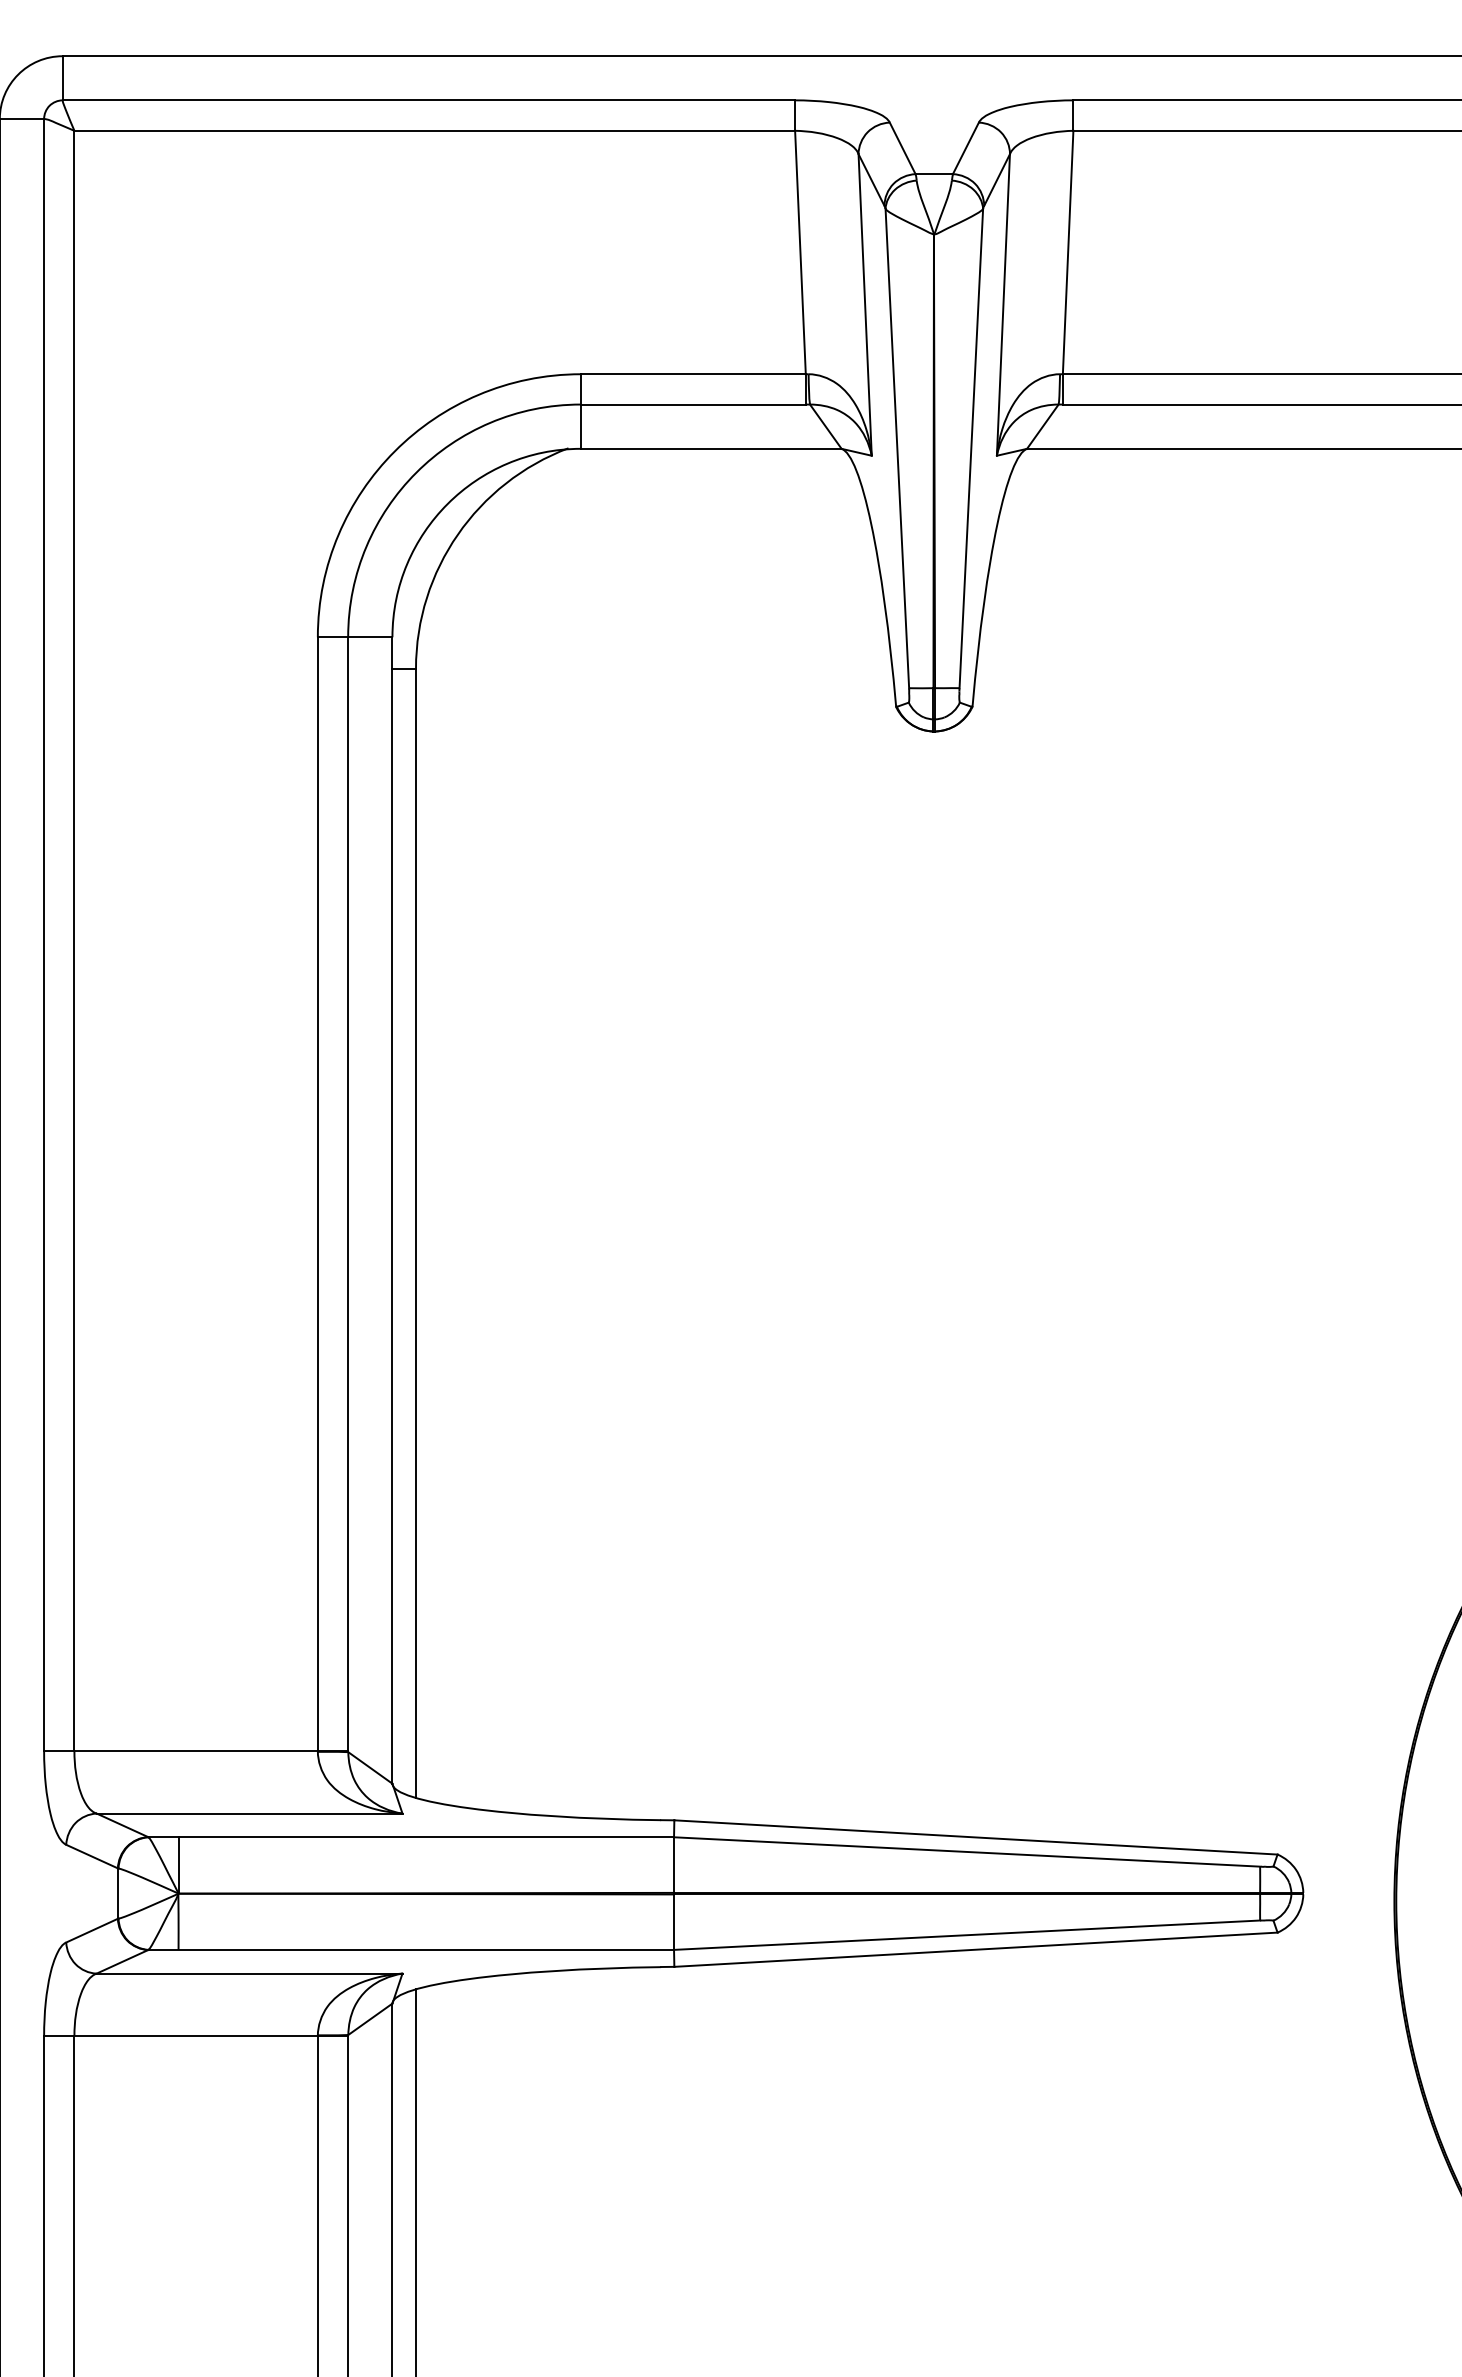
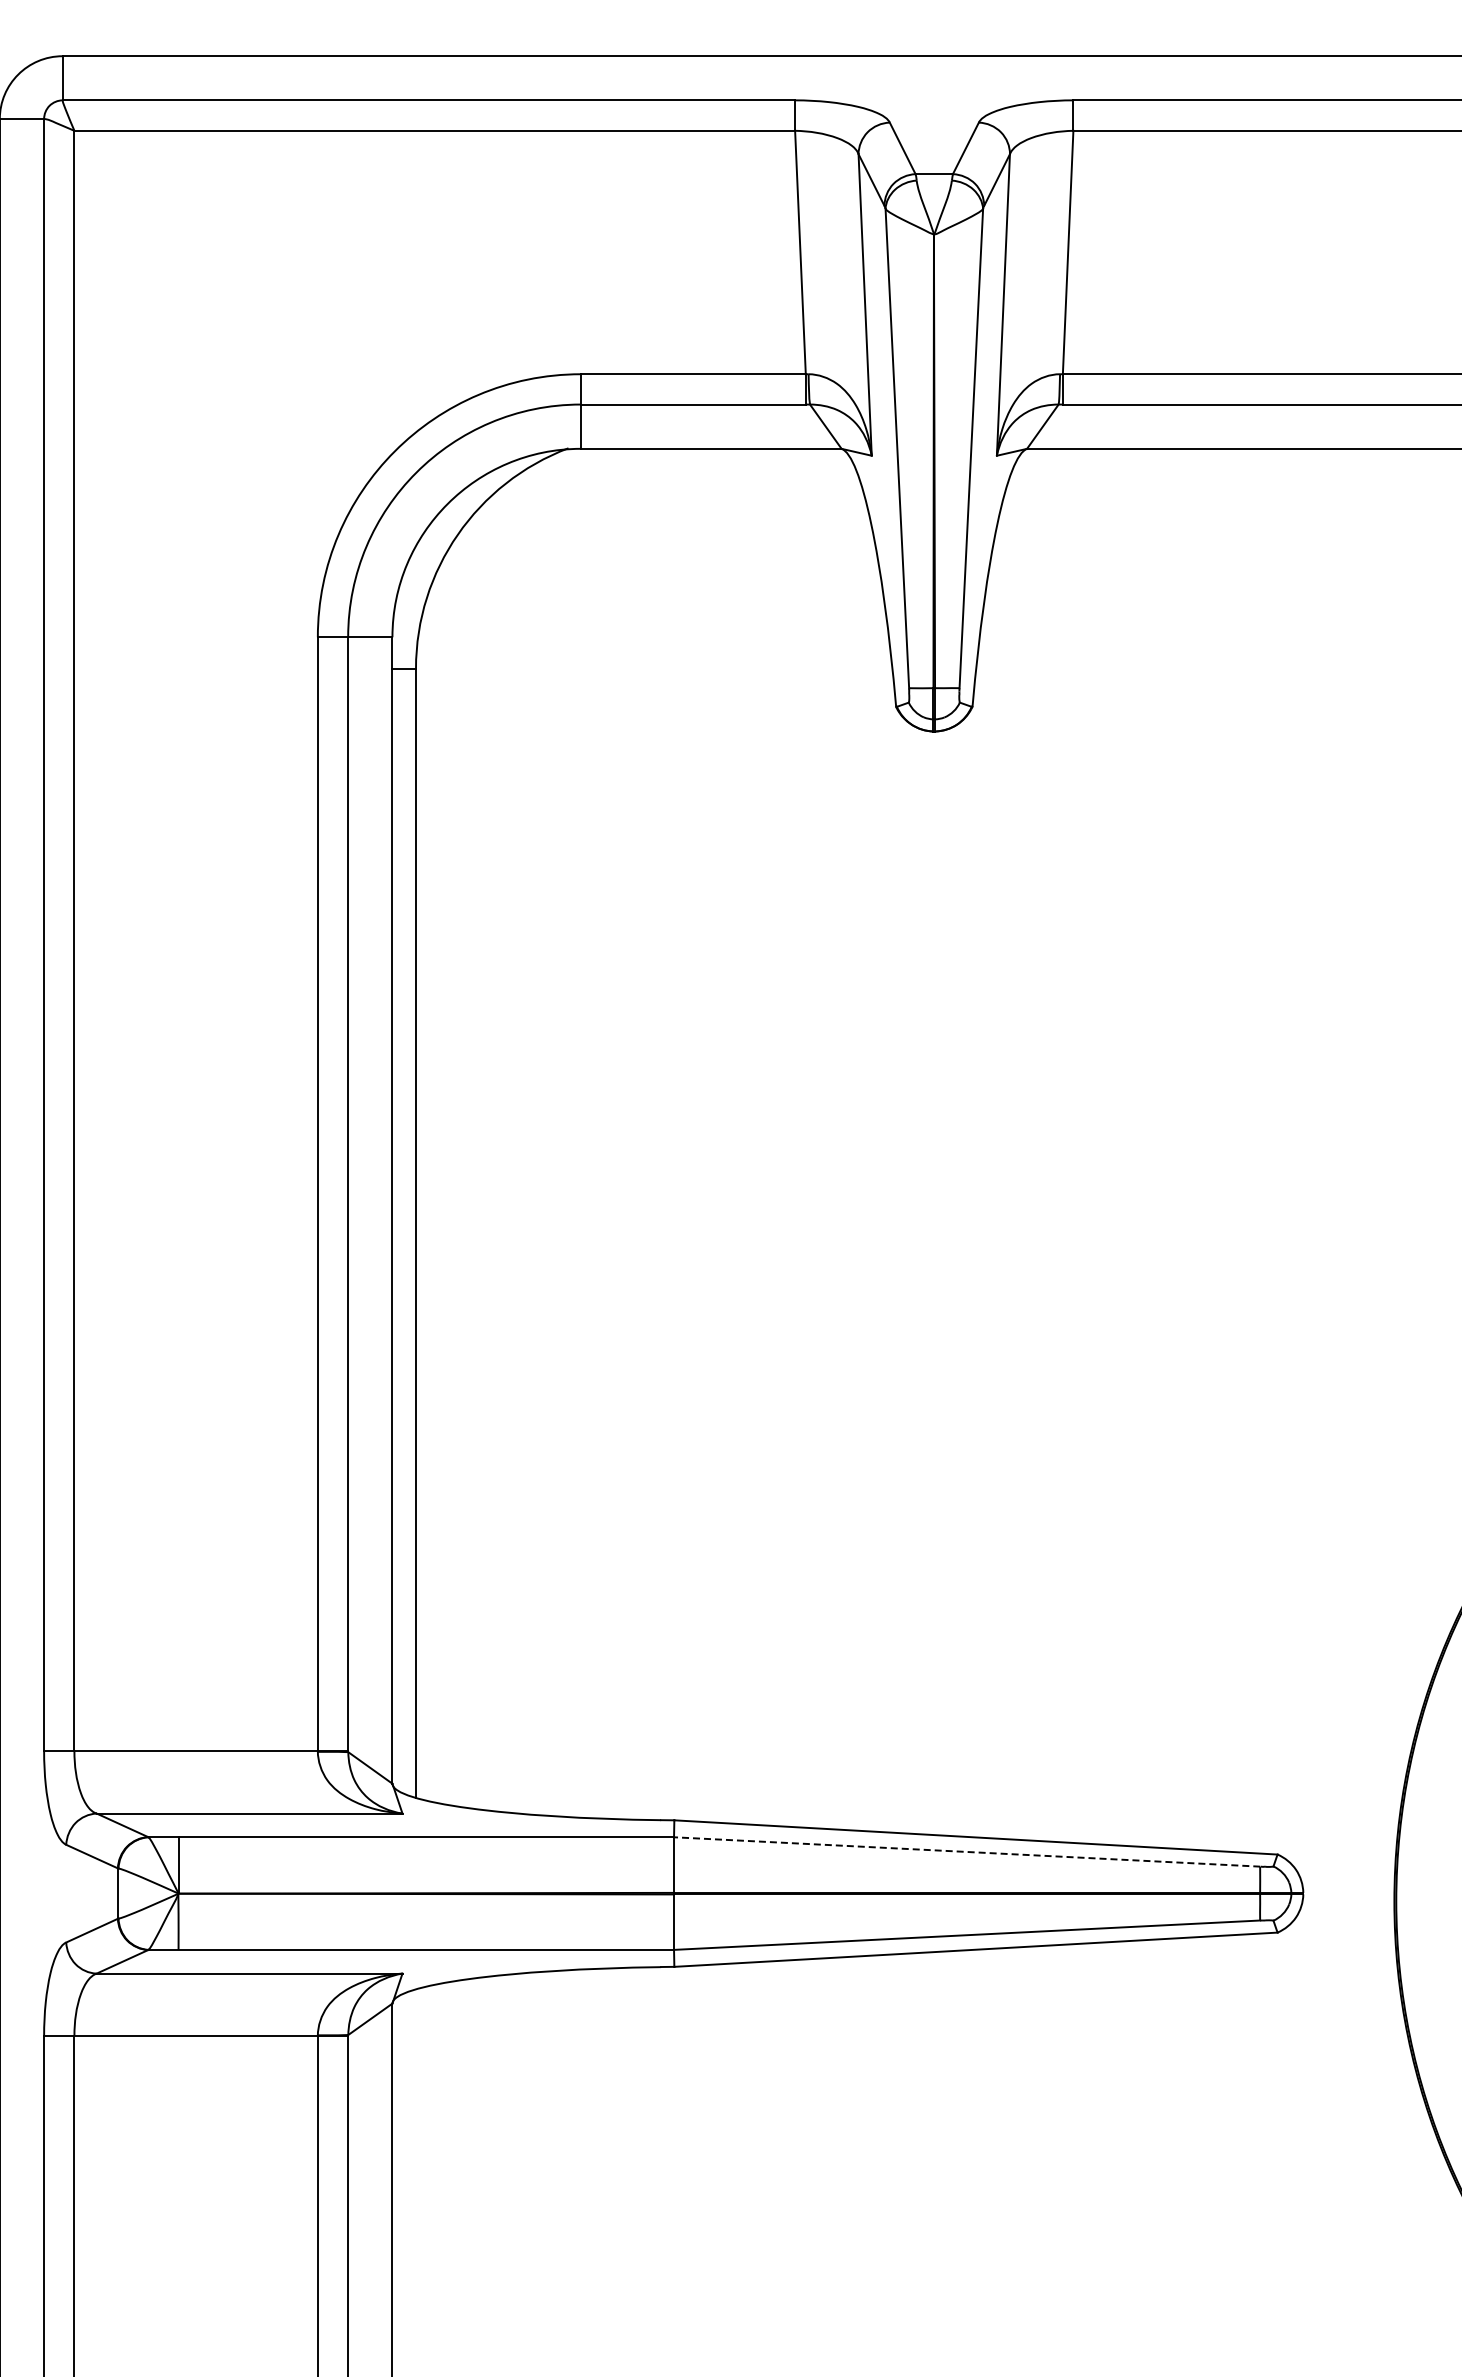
line at (966, 1851): solid -> dashed
line at (416, 2181): present -> none
